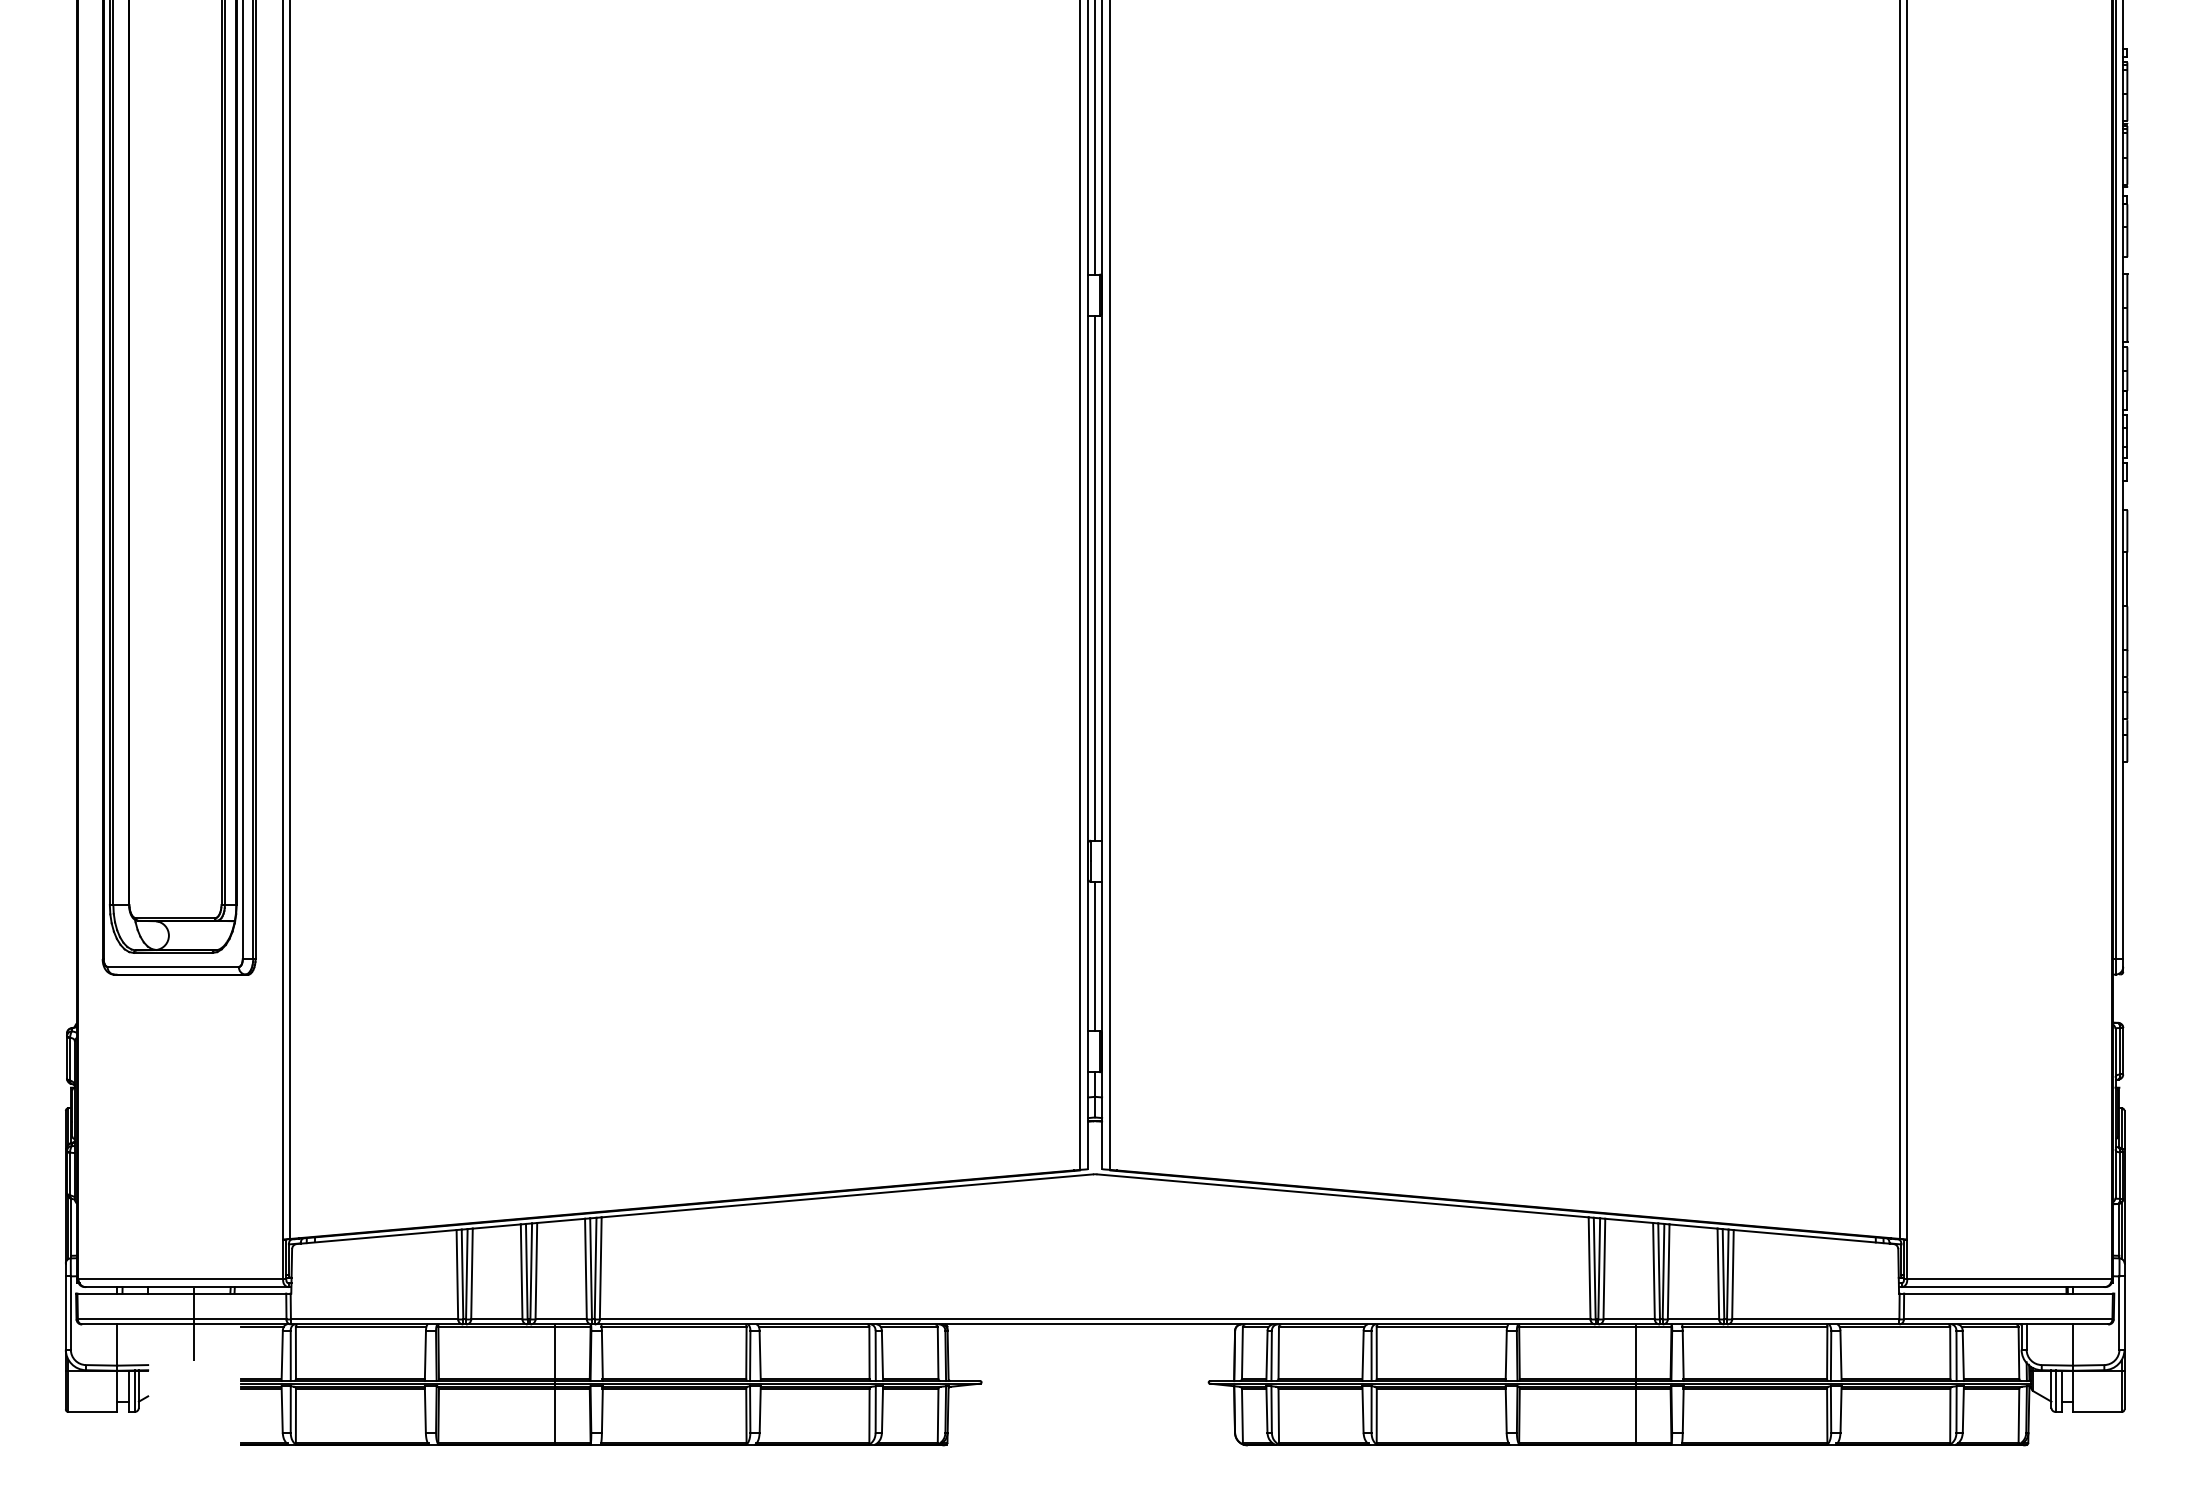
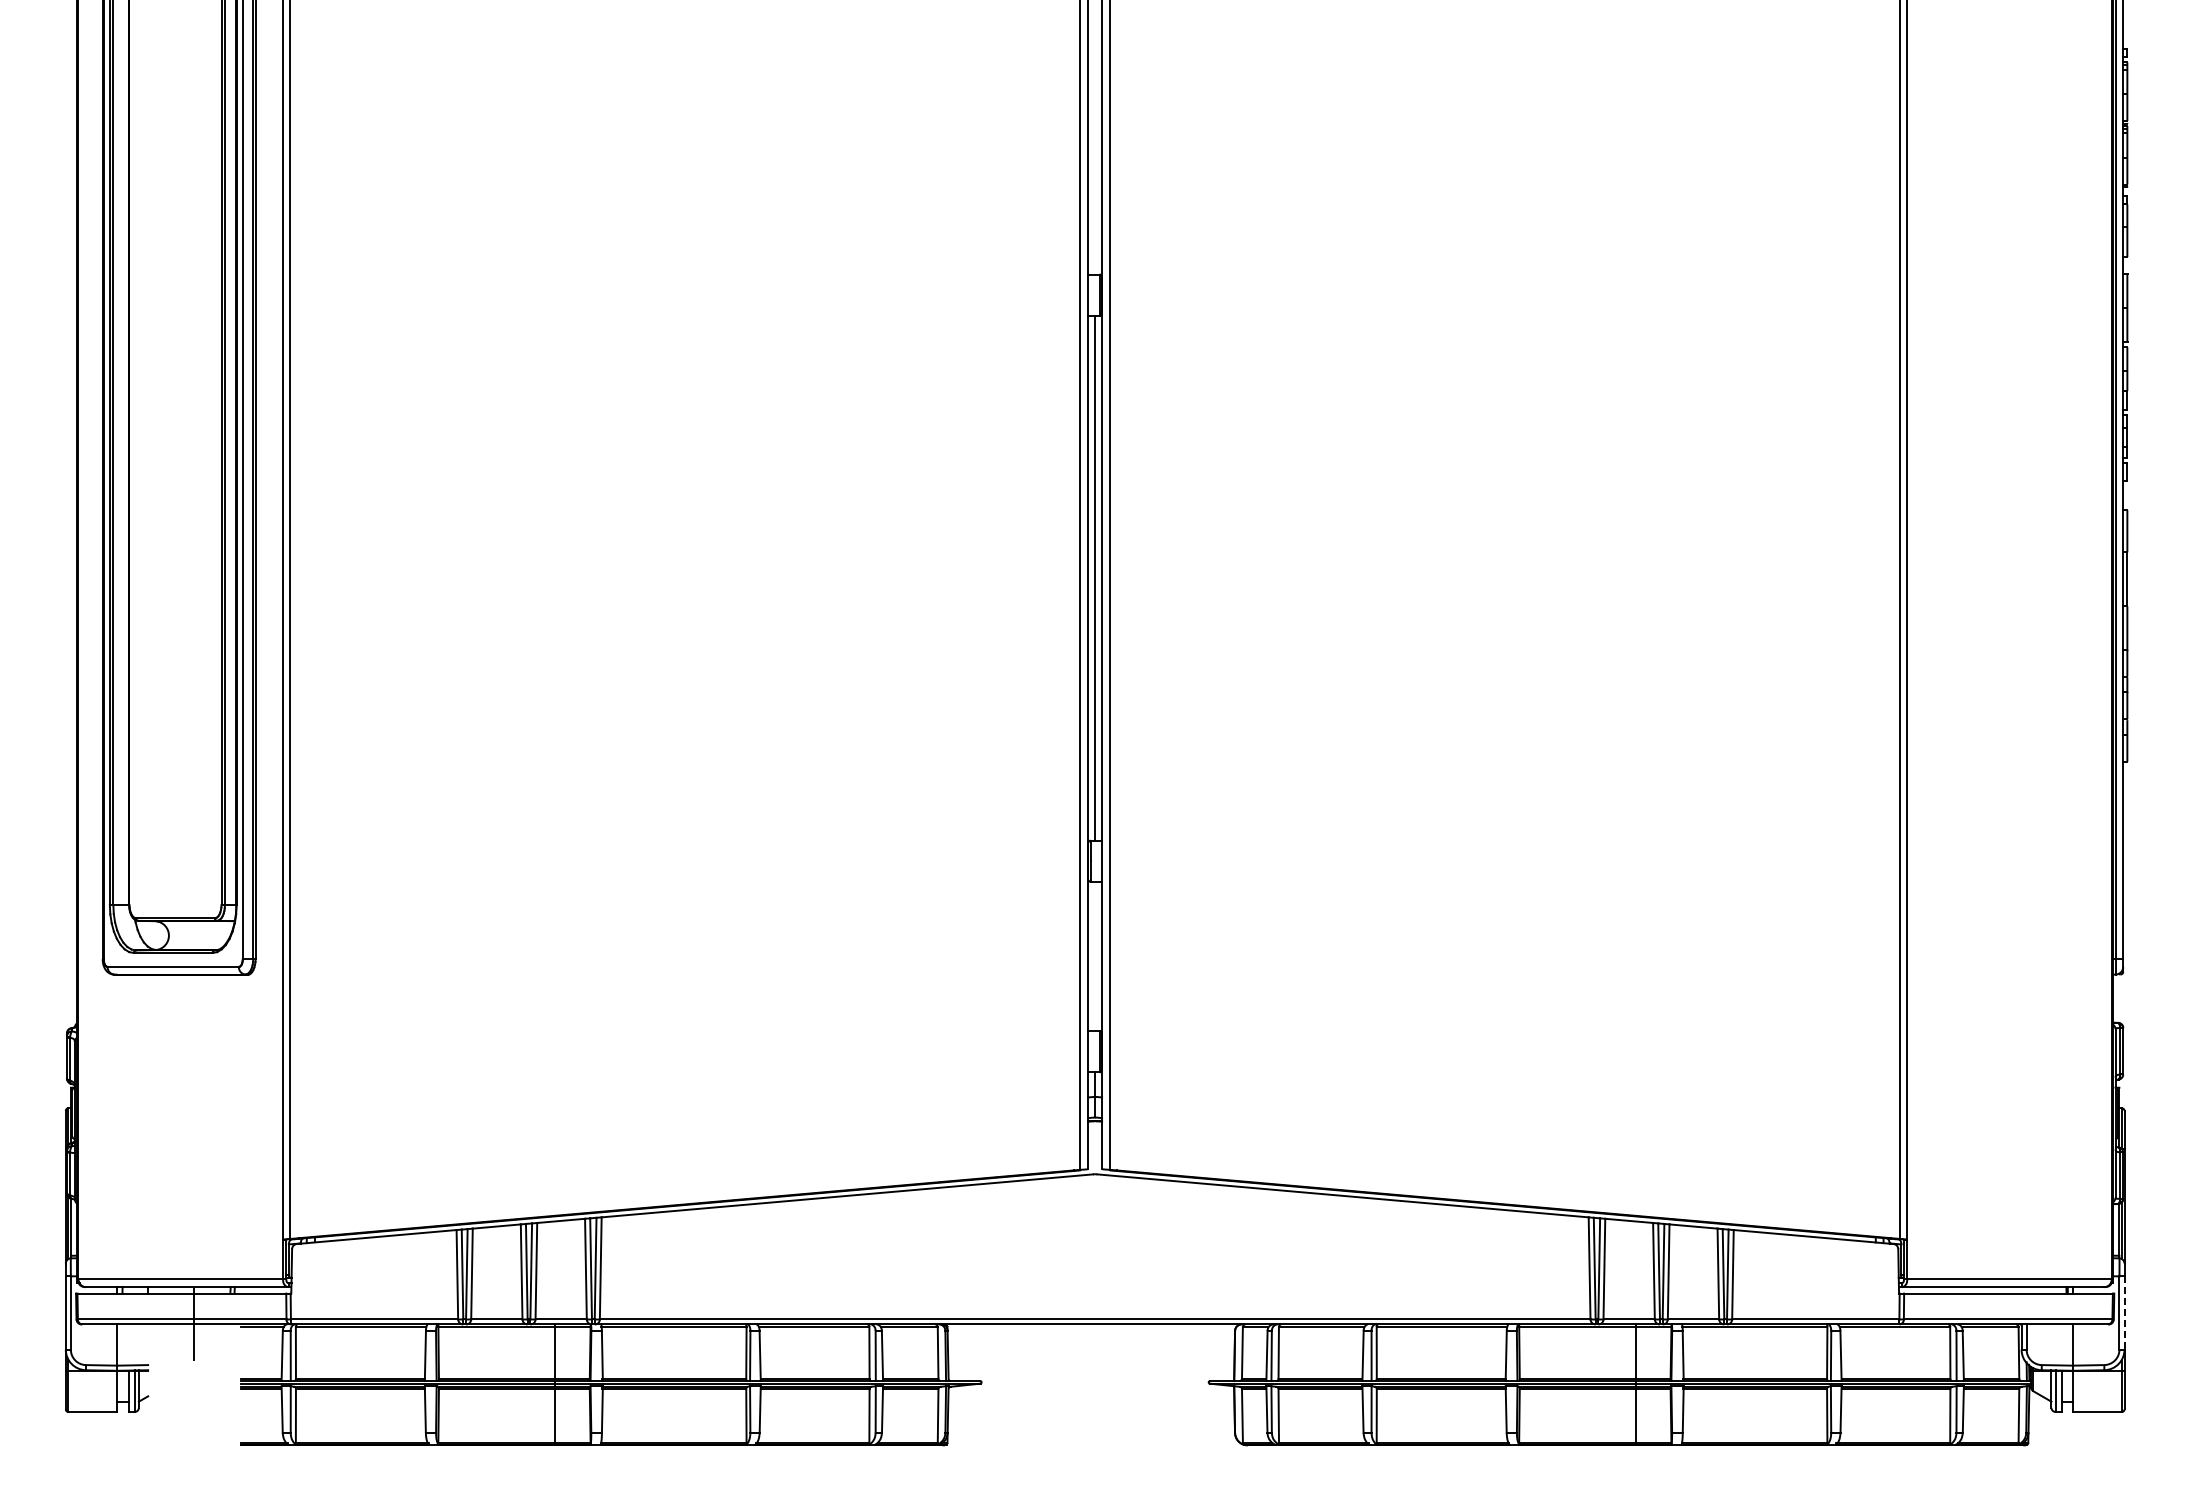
line at (1095, 138): present -> none
line at (1095, 956): present -> none
line at (2124, 1313): solid -> dashed
